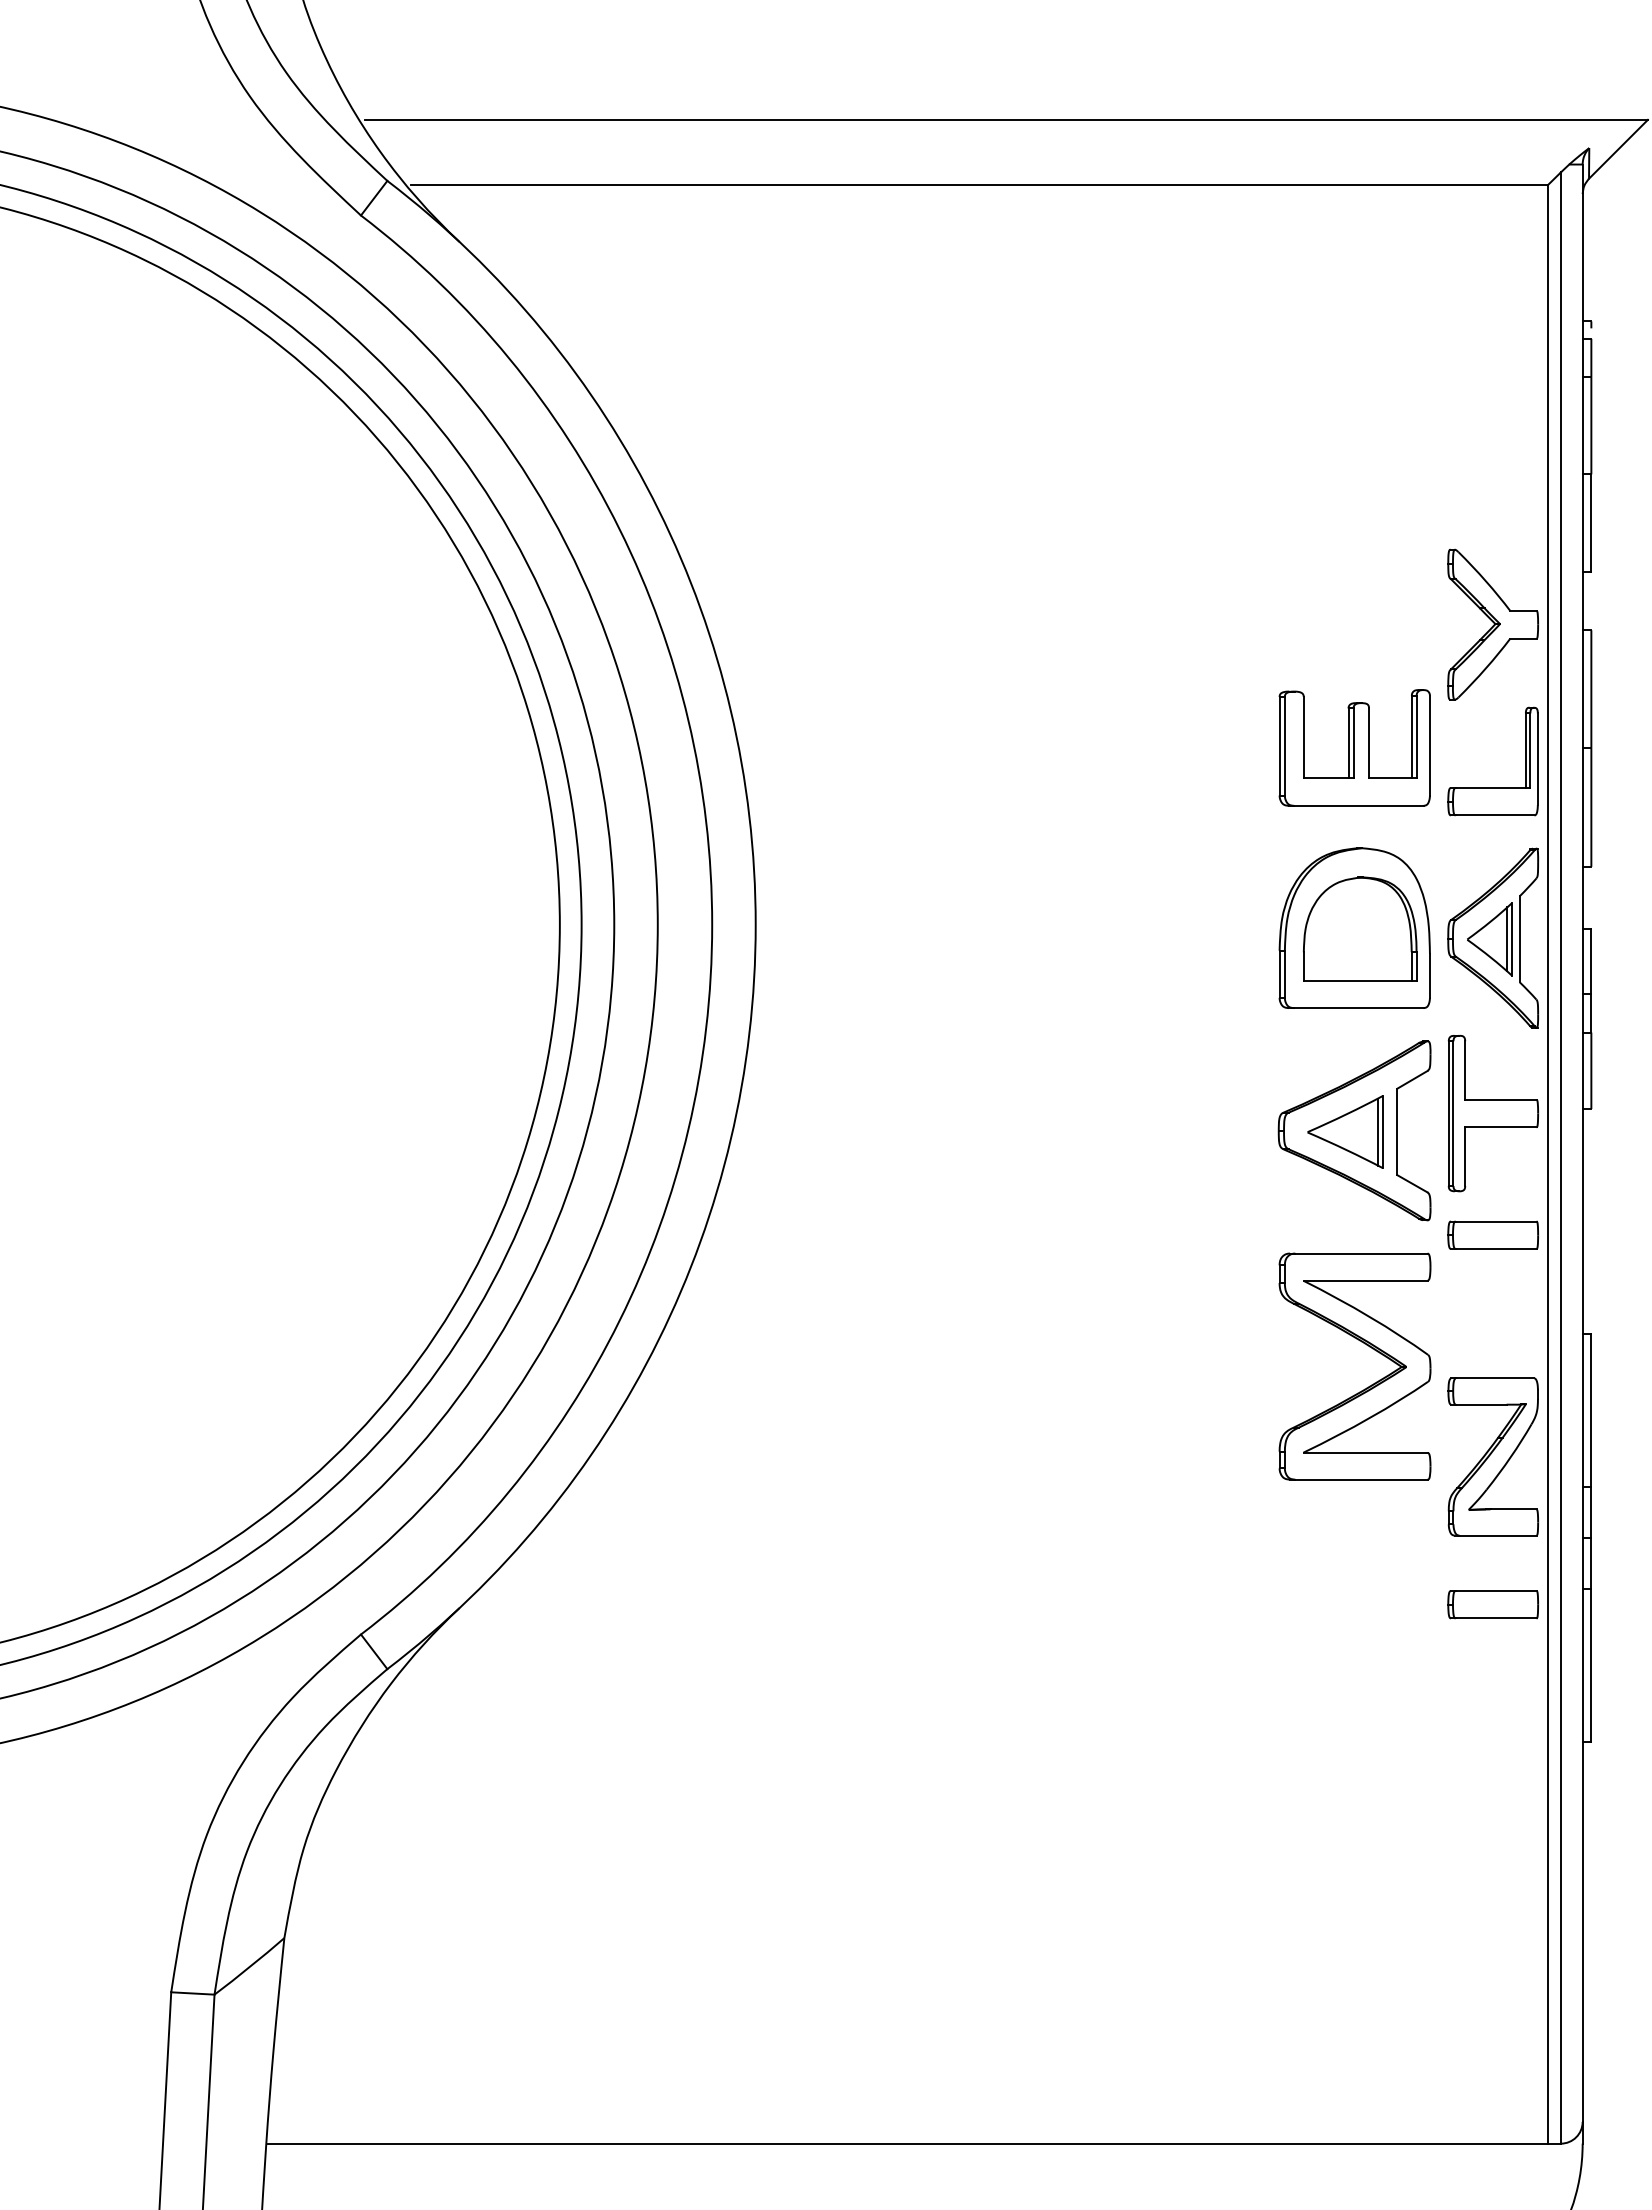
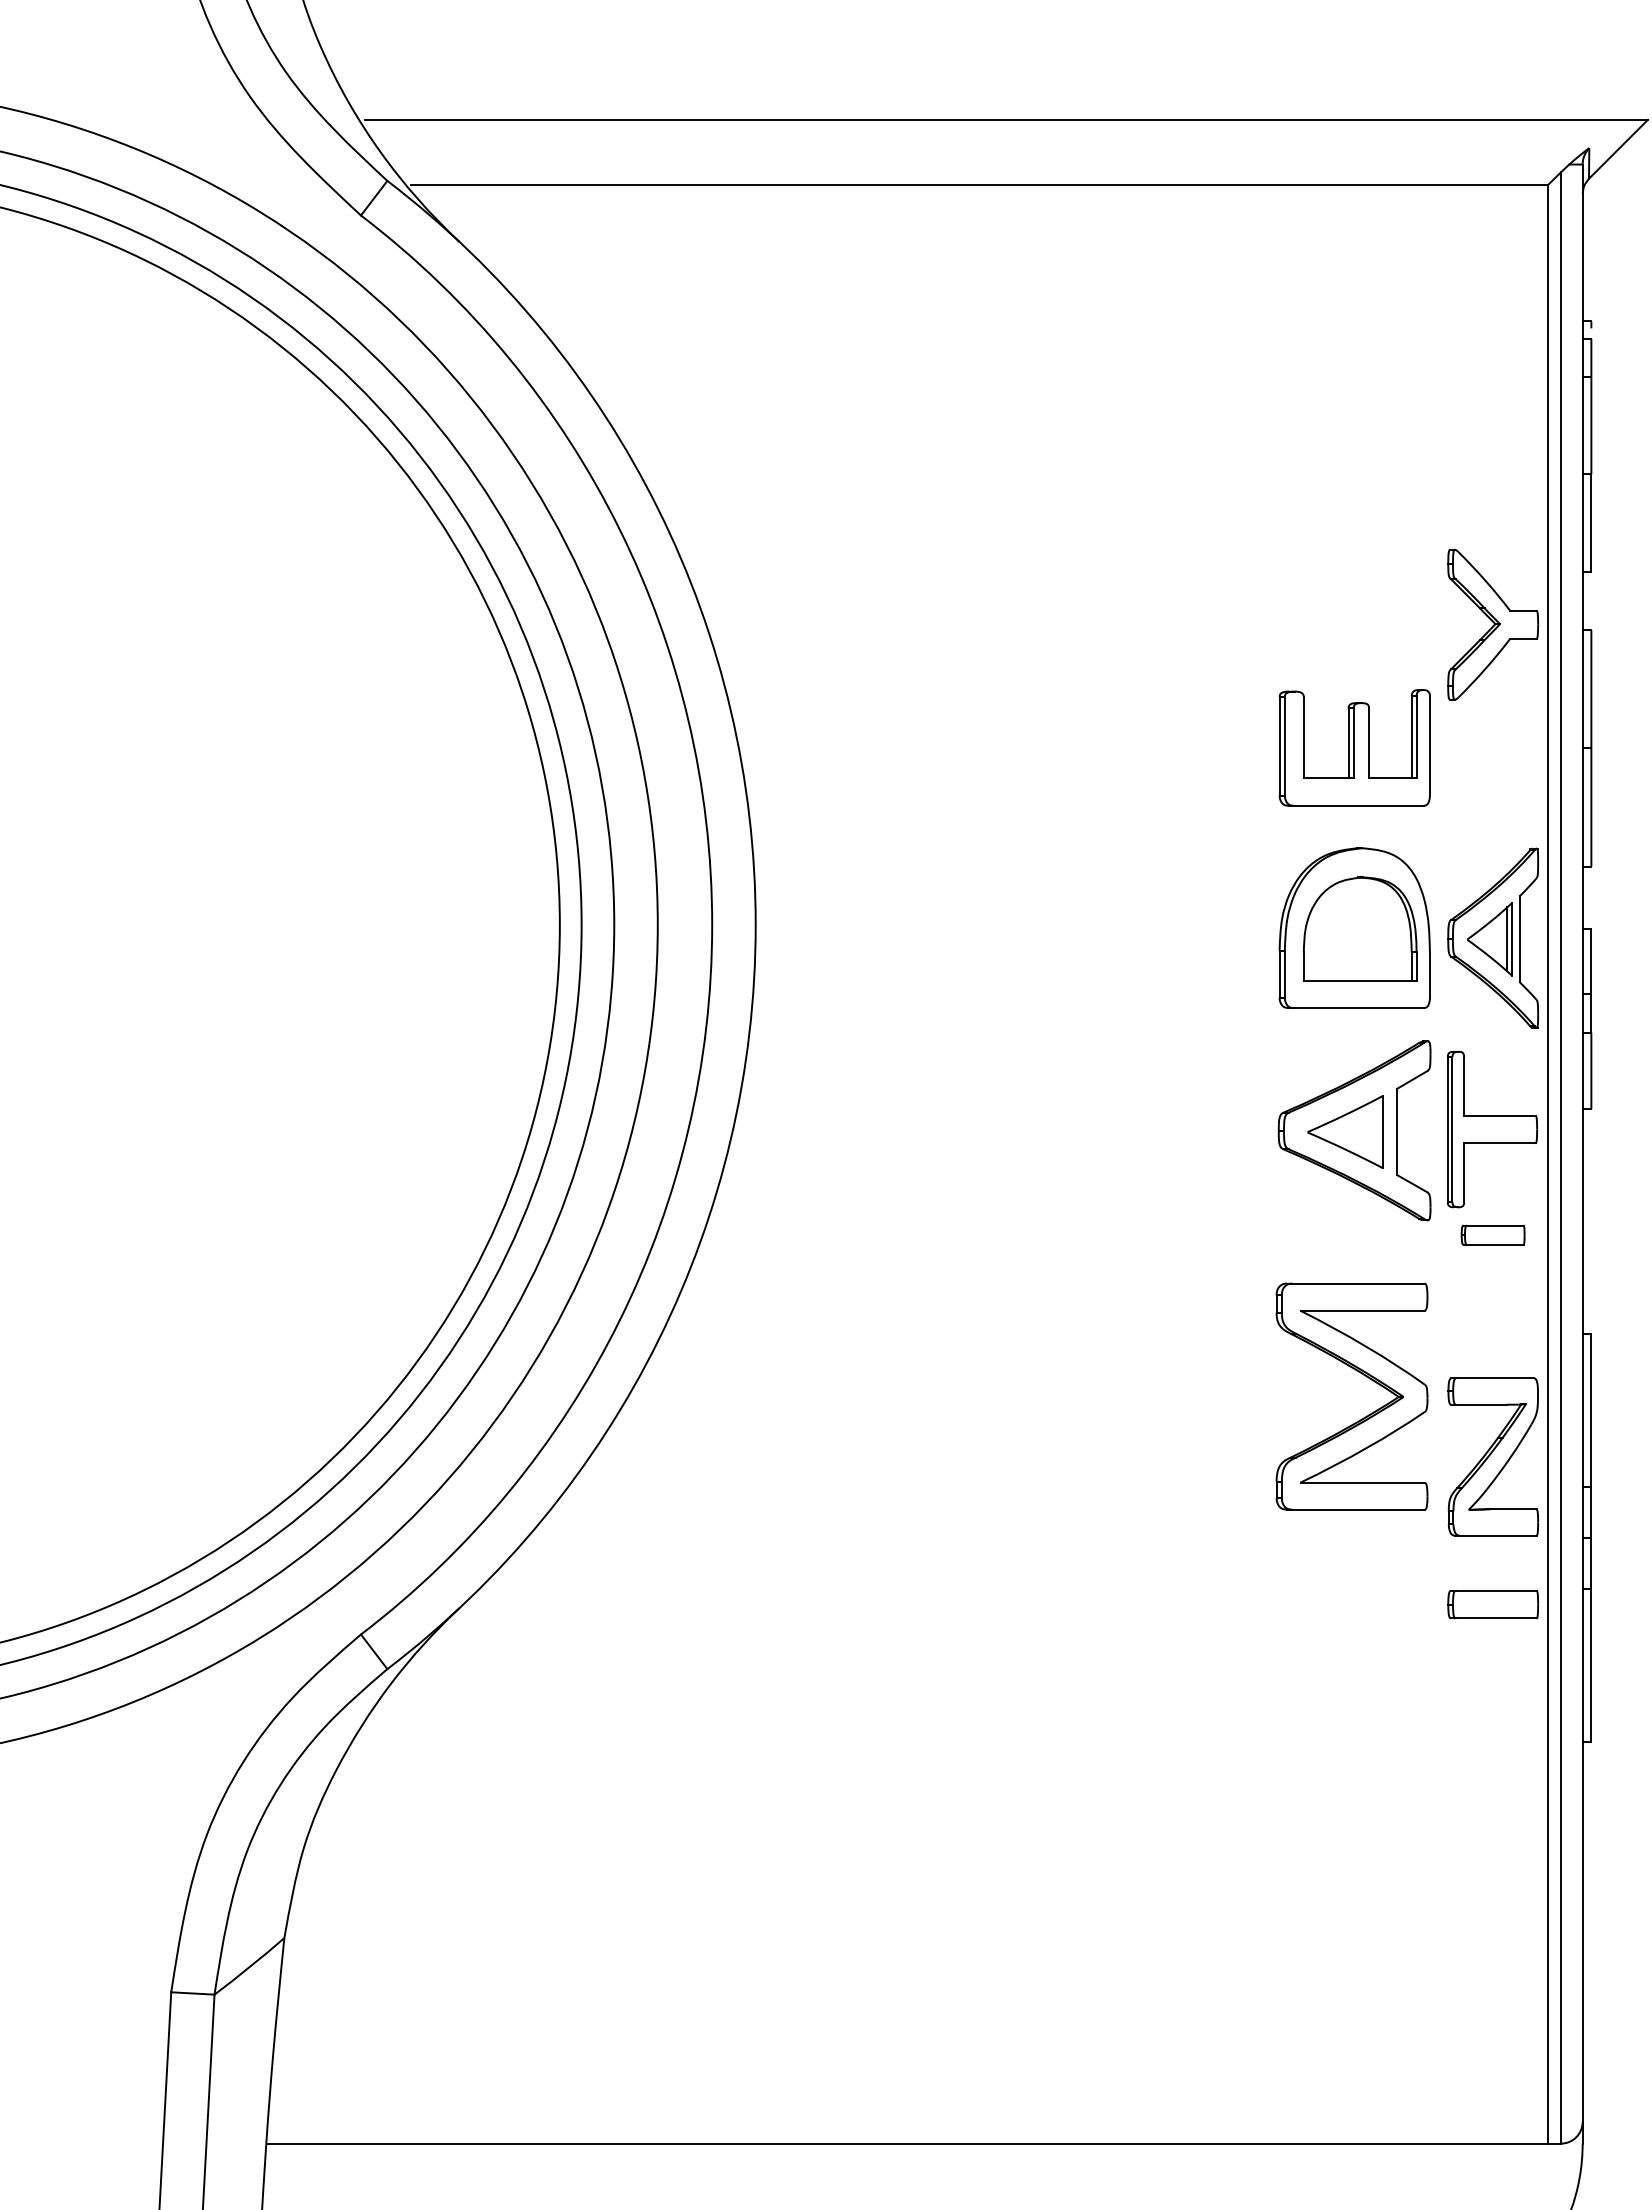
part at (1492, 787): present -> none
part at (1492, 1113) position: (1492, 1113) -> (1491, 1129)
line at (1378, 1131): present -> none
part at (1492, 1234) size: 92x30 px -> 66x22 px
part at (1364, 1344) position: (1364, 1344) -> (1361, 1374)
